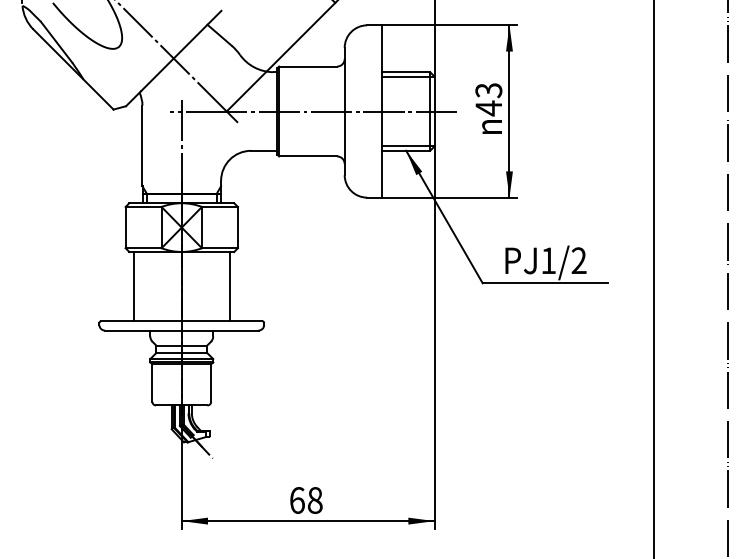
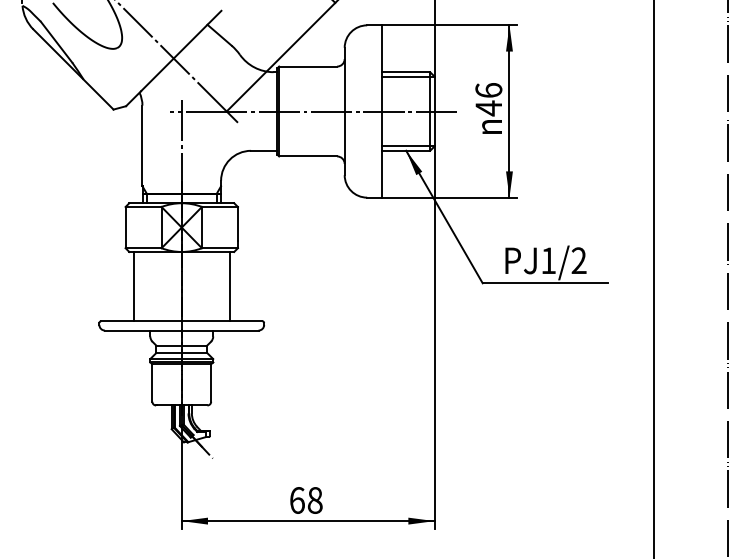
text at (488, 90): 43 -> 46
